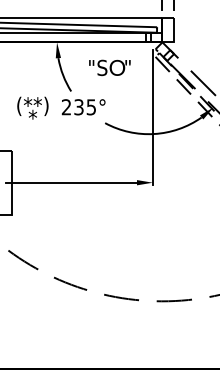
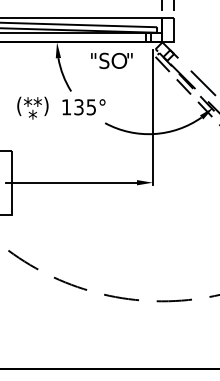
text at (109, 67) position: (109, 67) -> (111, 60)
text at (65, 107): 235° -> 135°
